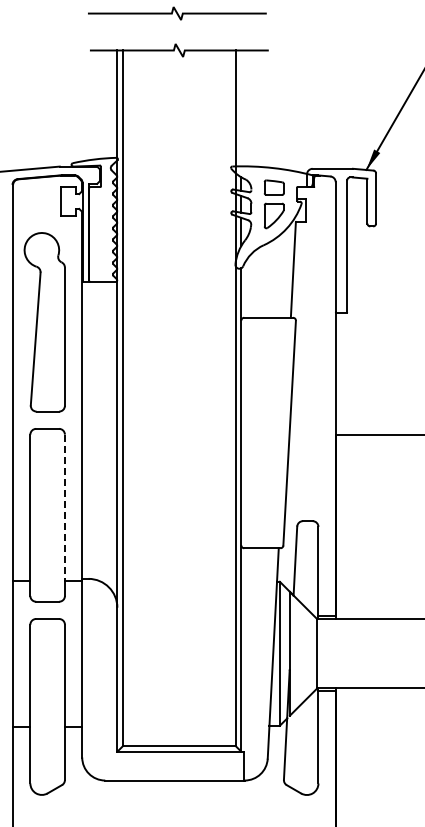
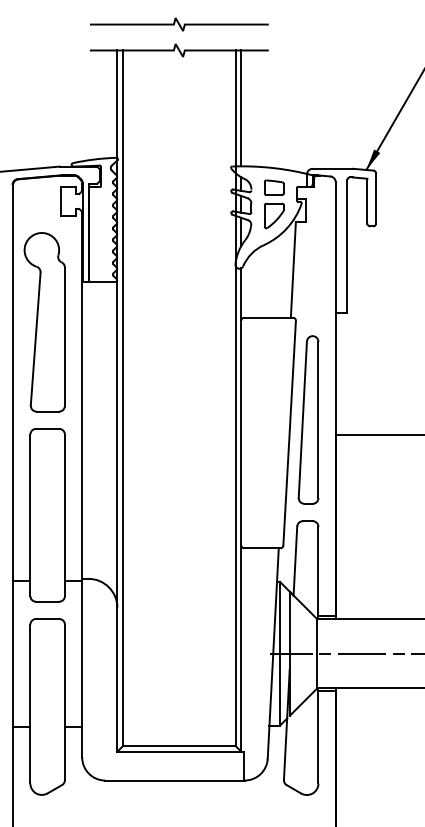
curve at (177, 13) position: (177, 13) -> (179, 24)
line at (241, 108): none -> present
part at (308, 419): none -> present
line at (64, 507): dashed -> solid
line at (345, 653): none -> present
